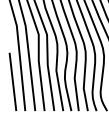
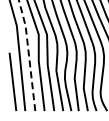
line at (28, 54): solid -> dashed
